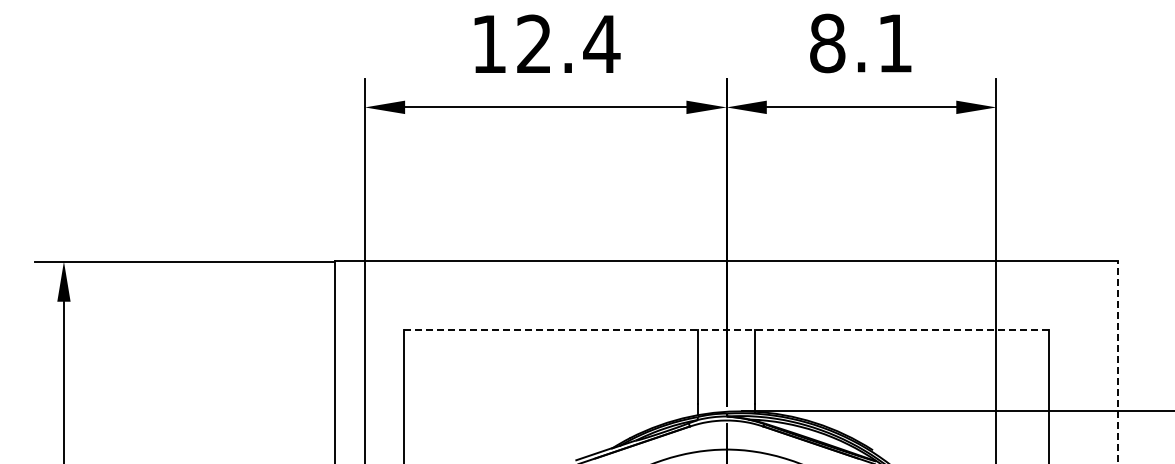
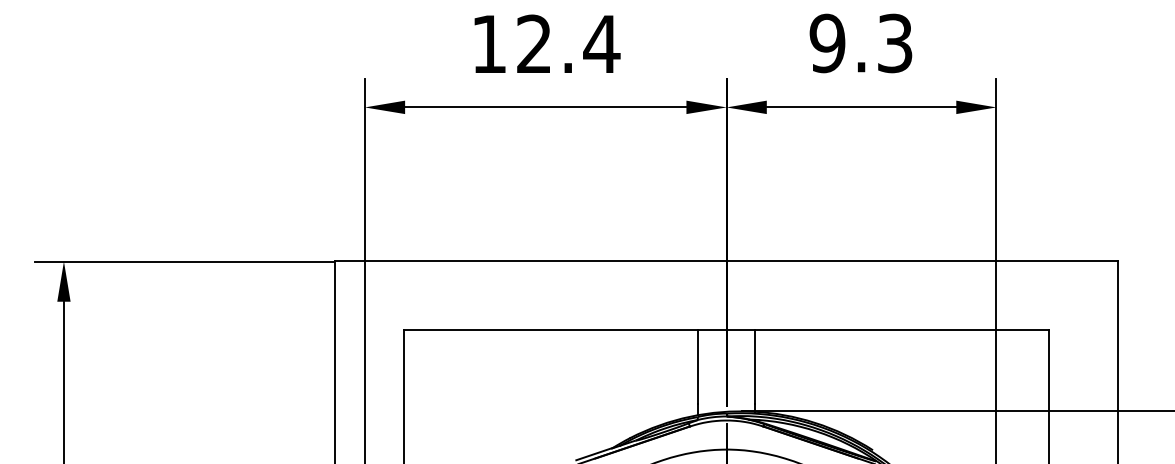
text at (860, 43): 8.1 -> 9.3
line at (726, 330): dashed -> solid
line at (1118, 362): dashed -> solid
